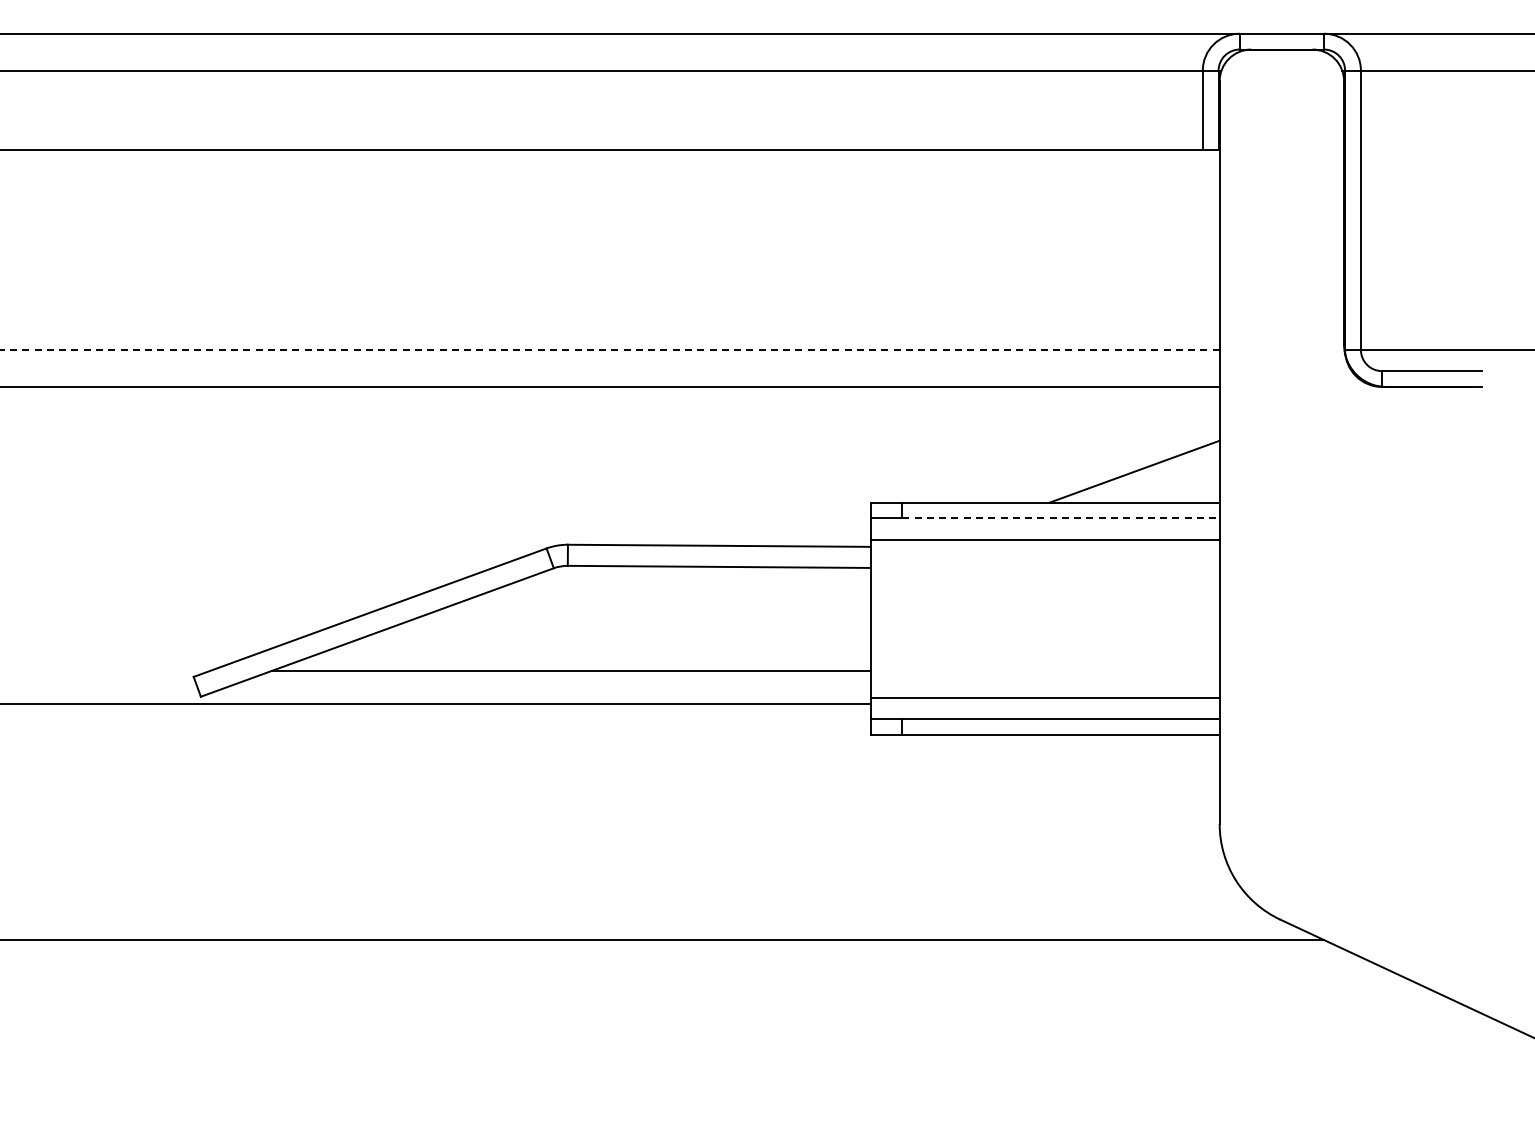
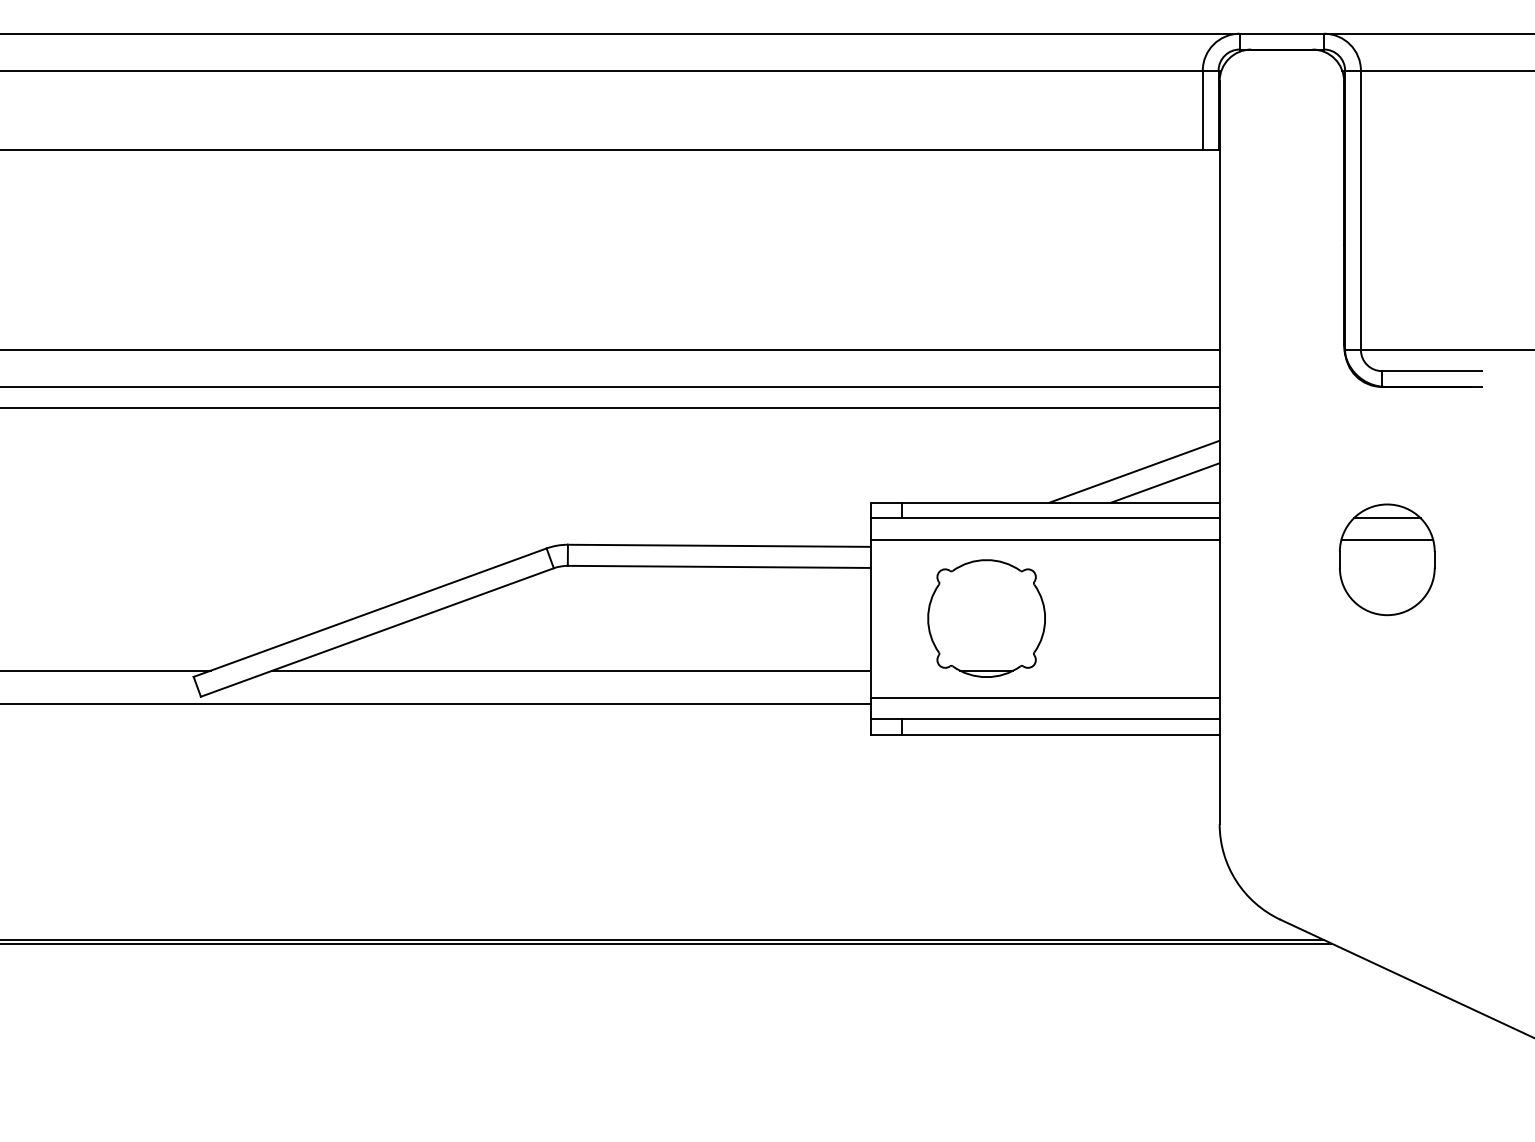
line at (609, 350): dashed -> solid
line at (610, 408): none -> present
line at (1165, 482): none -> present
line at (1061, 518): dashed -> solid
part at (1387, 559): none -> present
part at (986, 618): none -> present
line at (106, 670): none -> present
line at (666, 943): none -> present
